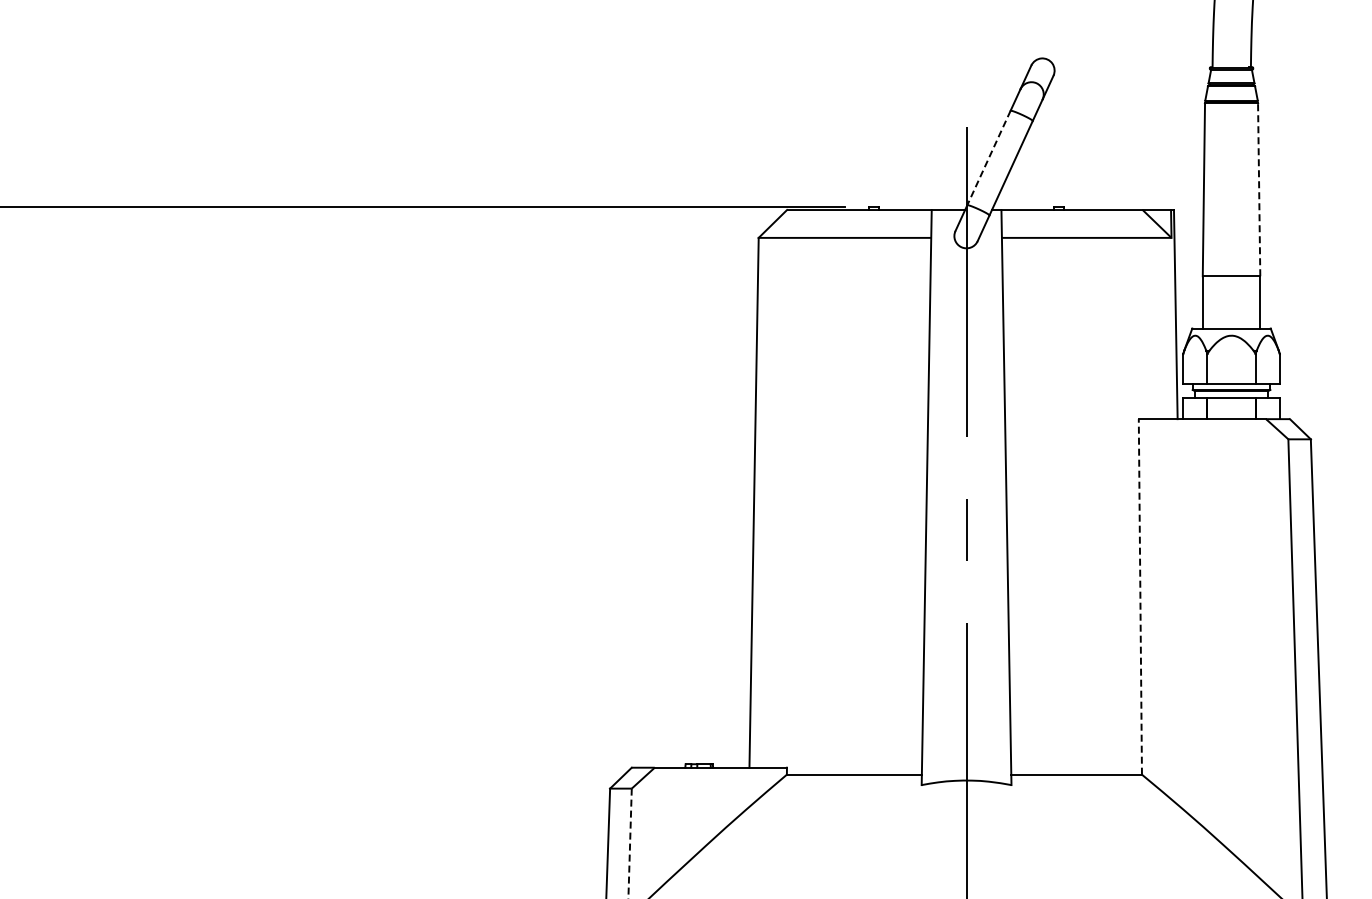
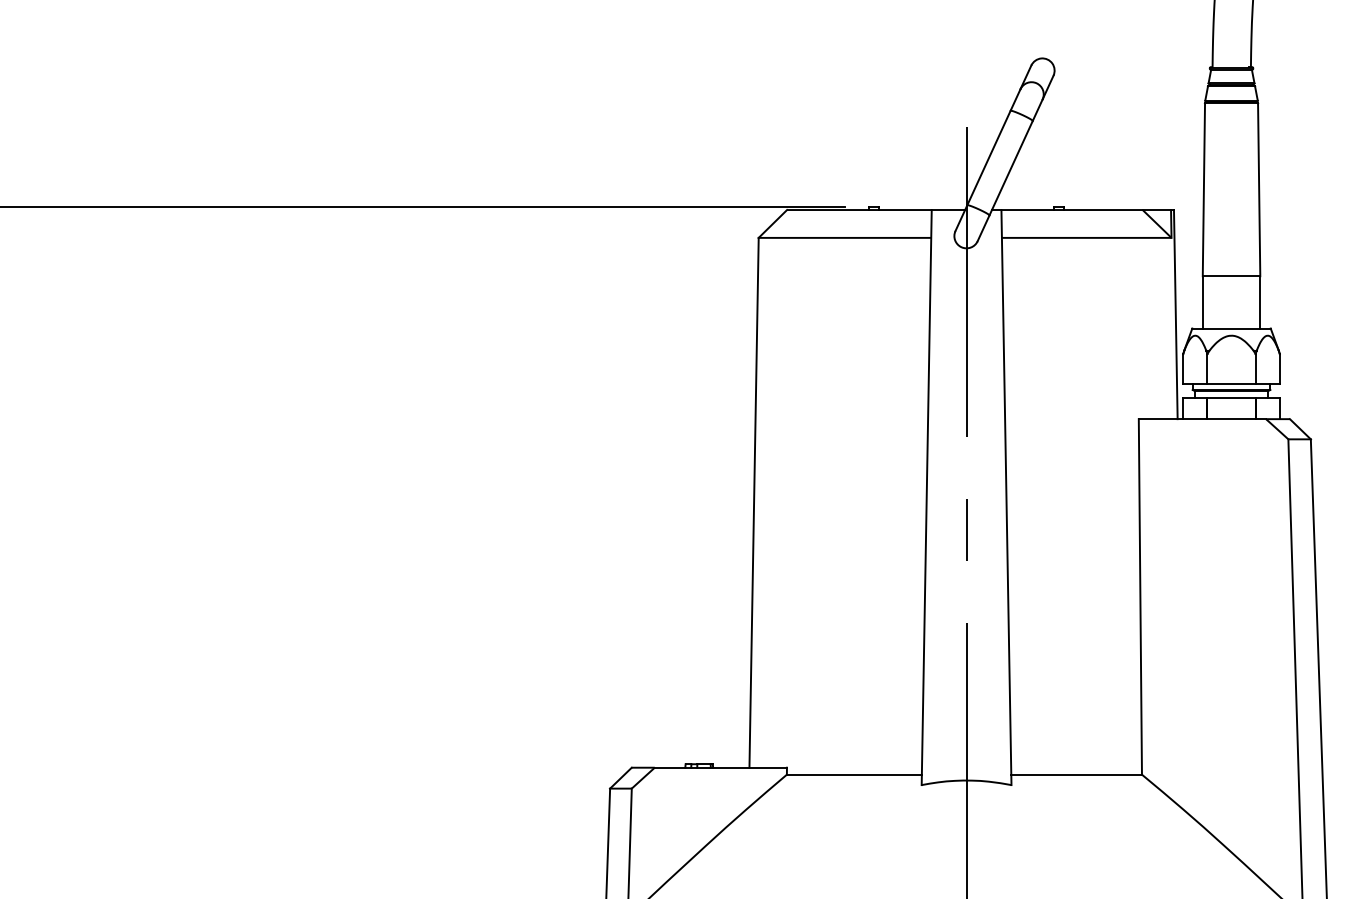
line at (988, 158): dashed -> solid
line at (1259, 189): dashed -> solid
line at (1140, 596): dashed -> solid
line at (630, 843): dashed -> solid
